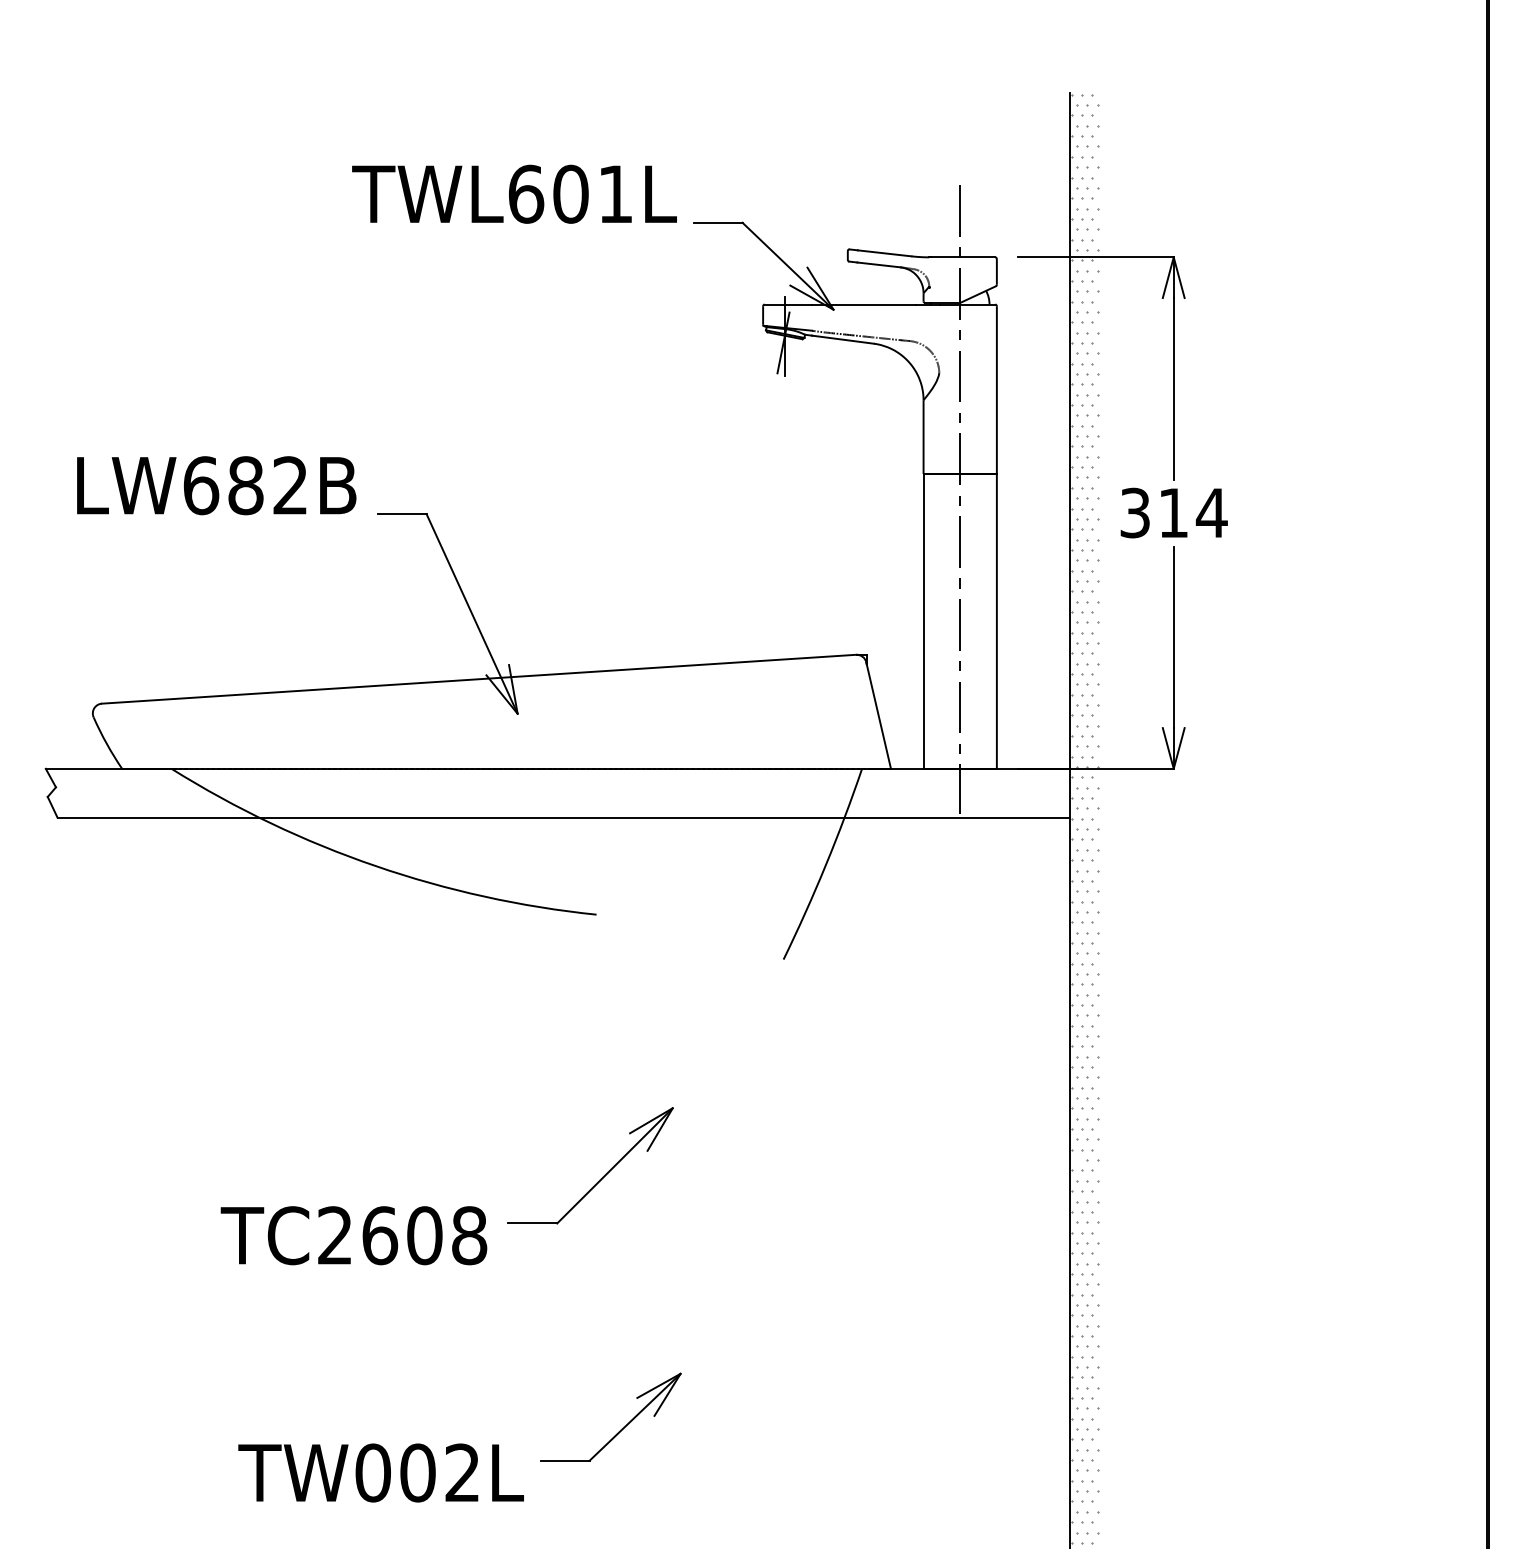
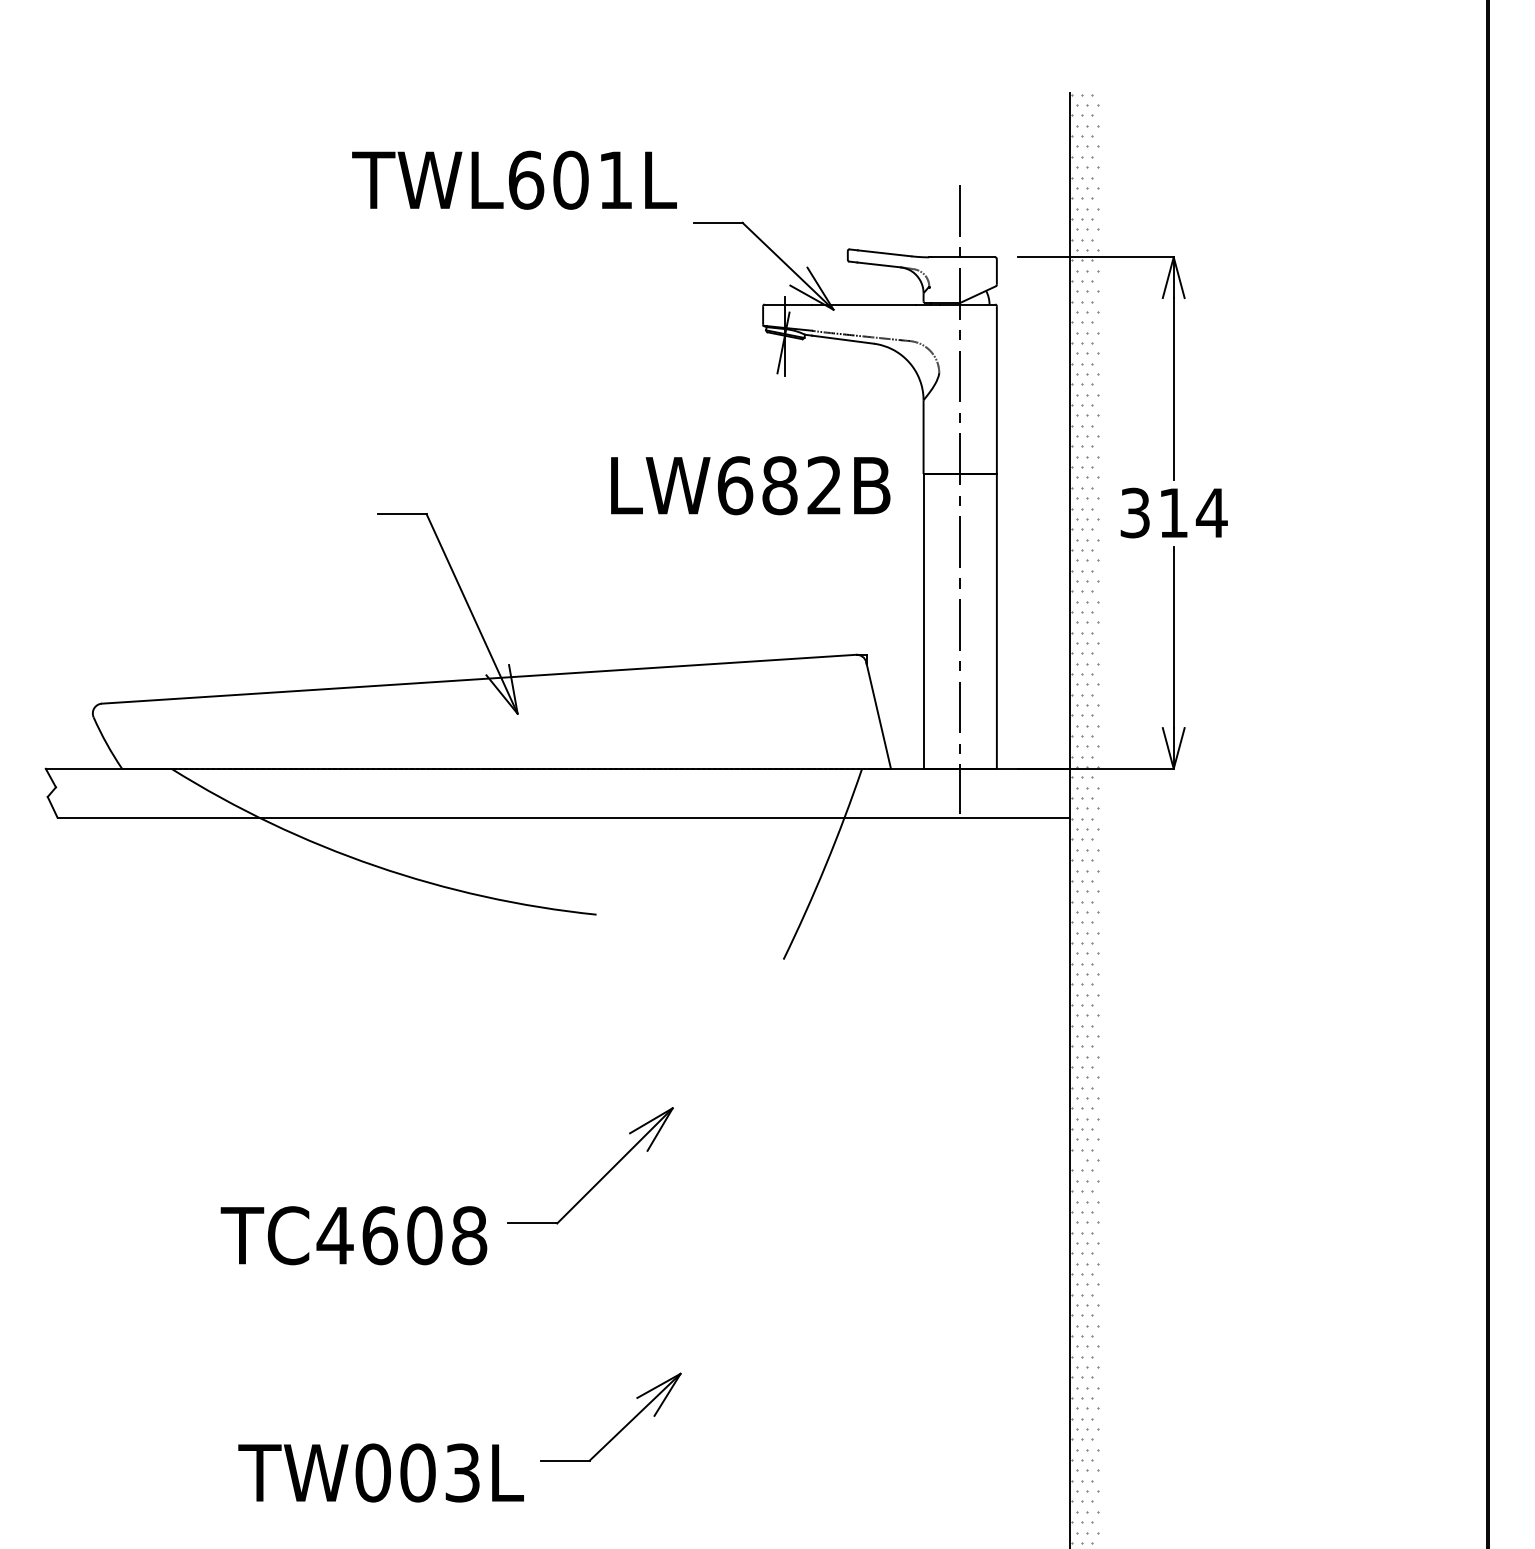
text at (514, 193) position: (514, 193) -> (514, 179)
text at (216, 485) position: (216, 485) -> (750, 485)
text at (334, 1235): TC2608 -> TC4608
text at (462, 1472): TW002L -> TW003L
